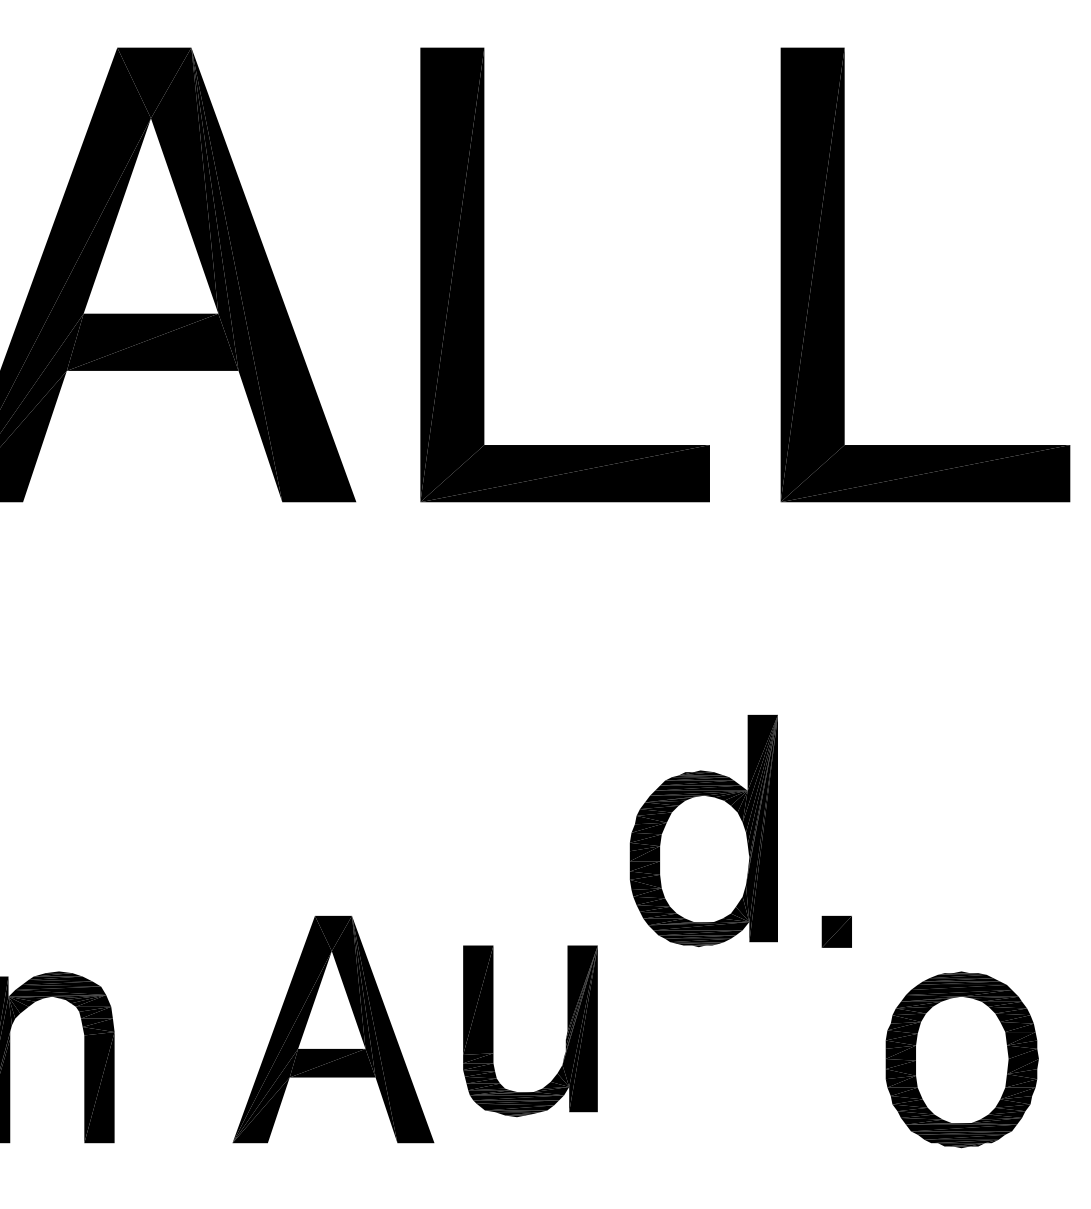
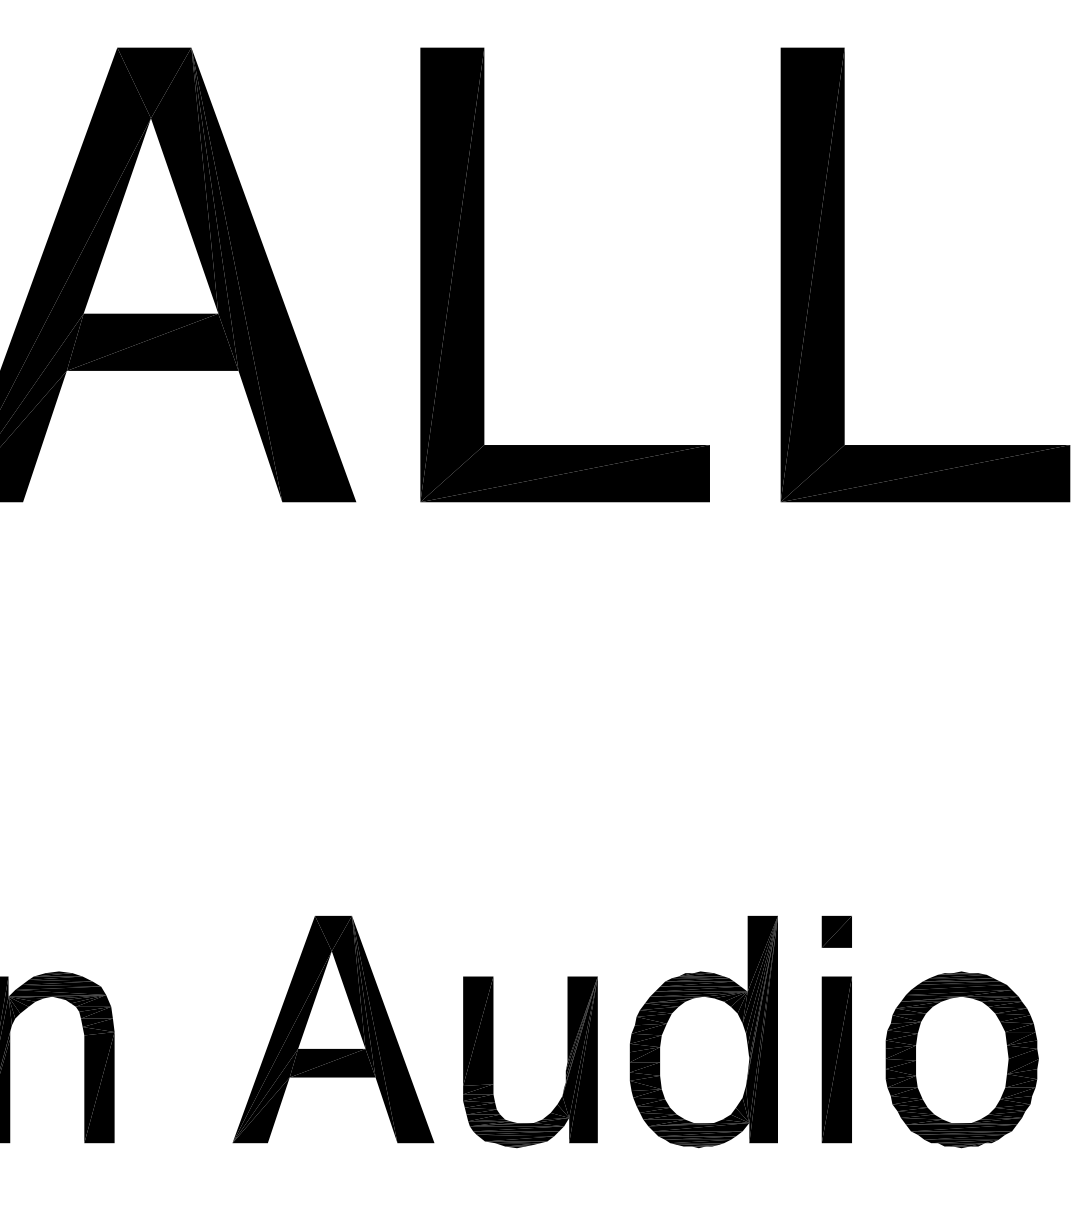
part at (703, 830) position: (703, 830) -> (703, 1031)
part at (565, 1040) position: (565, 1040) -> (565, 1071)
part at (836, 1059): none -> present
